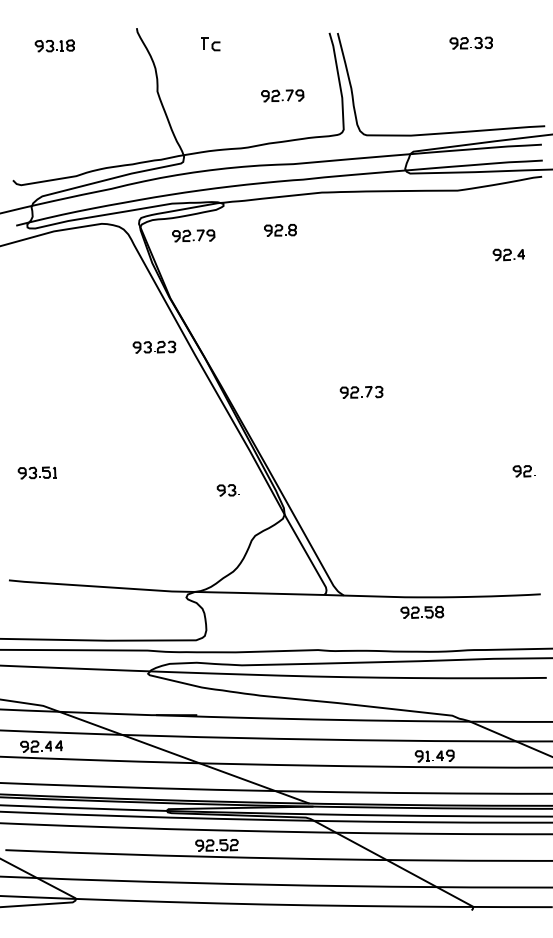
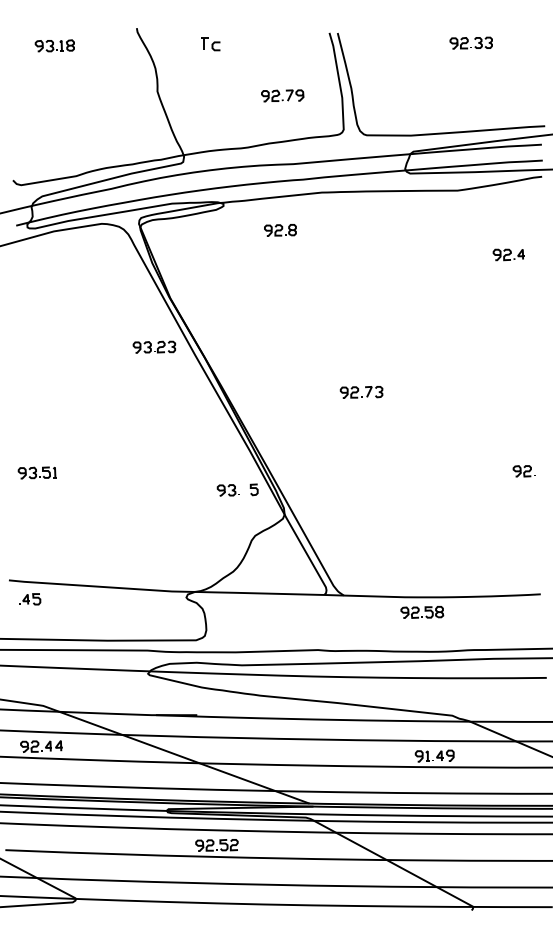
part at (193, 235): present -> none
curve at (253, 488): none -> present
part at (30, 599): none -> present
